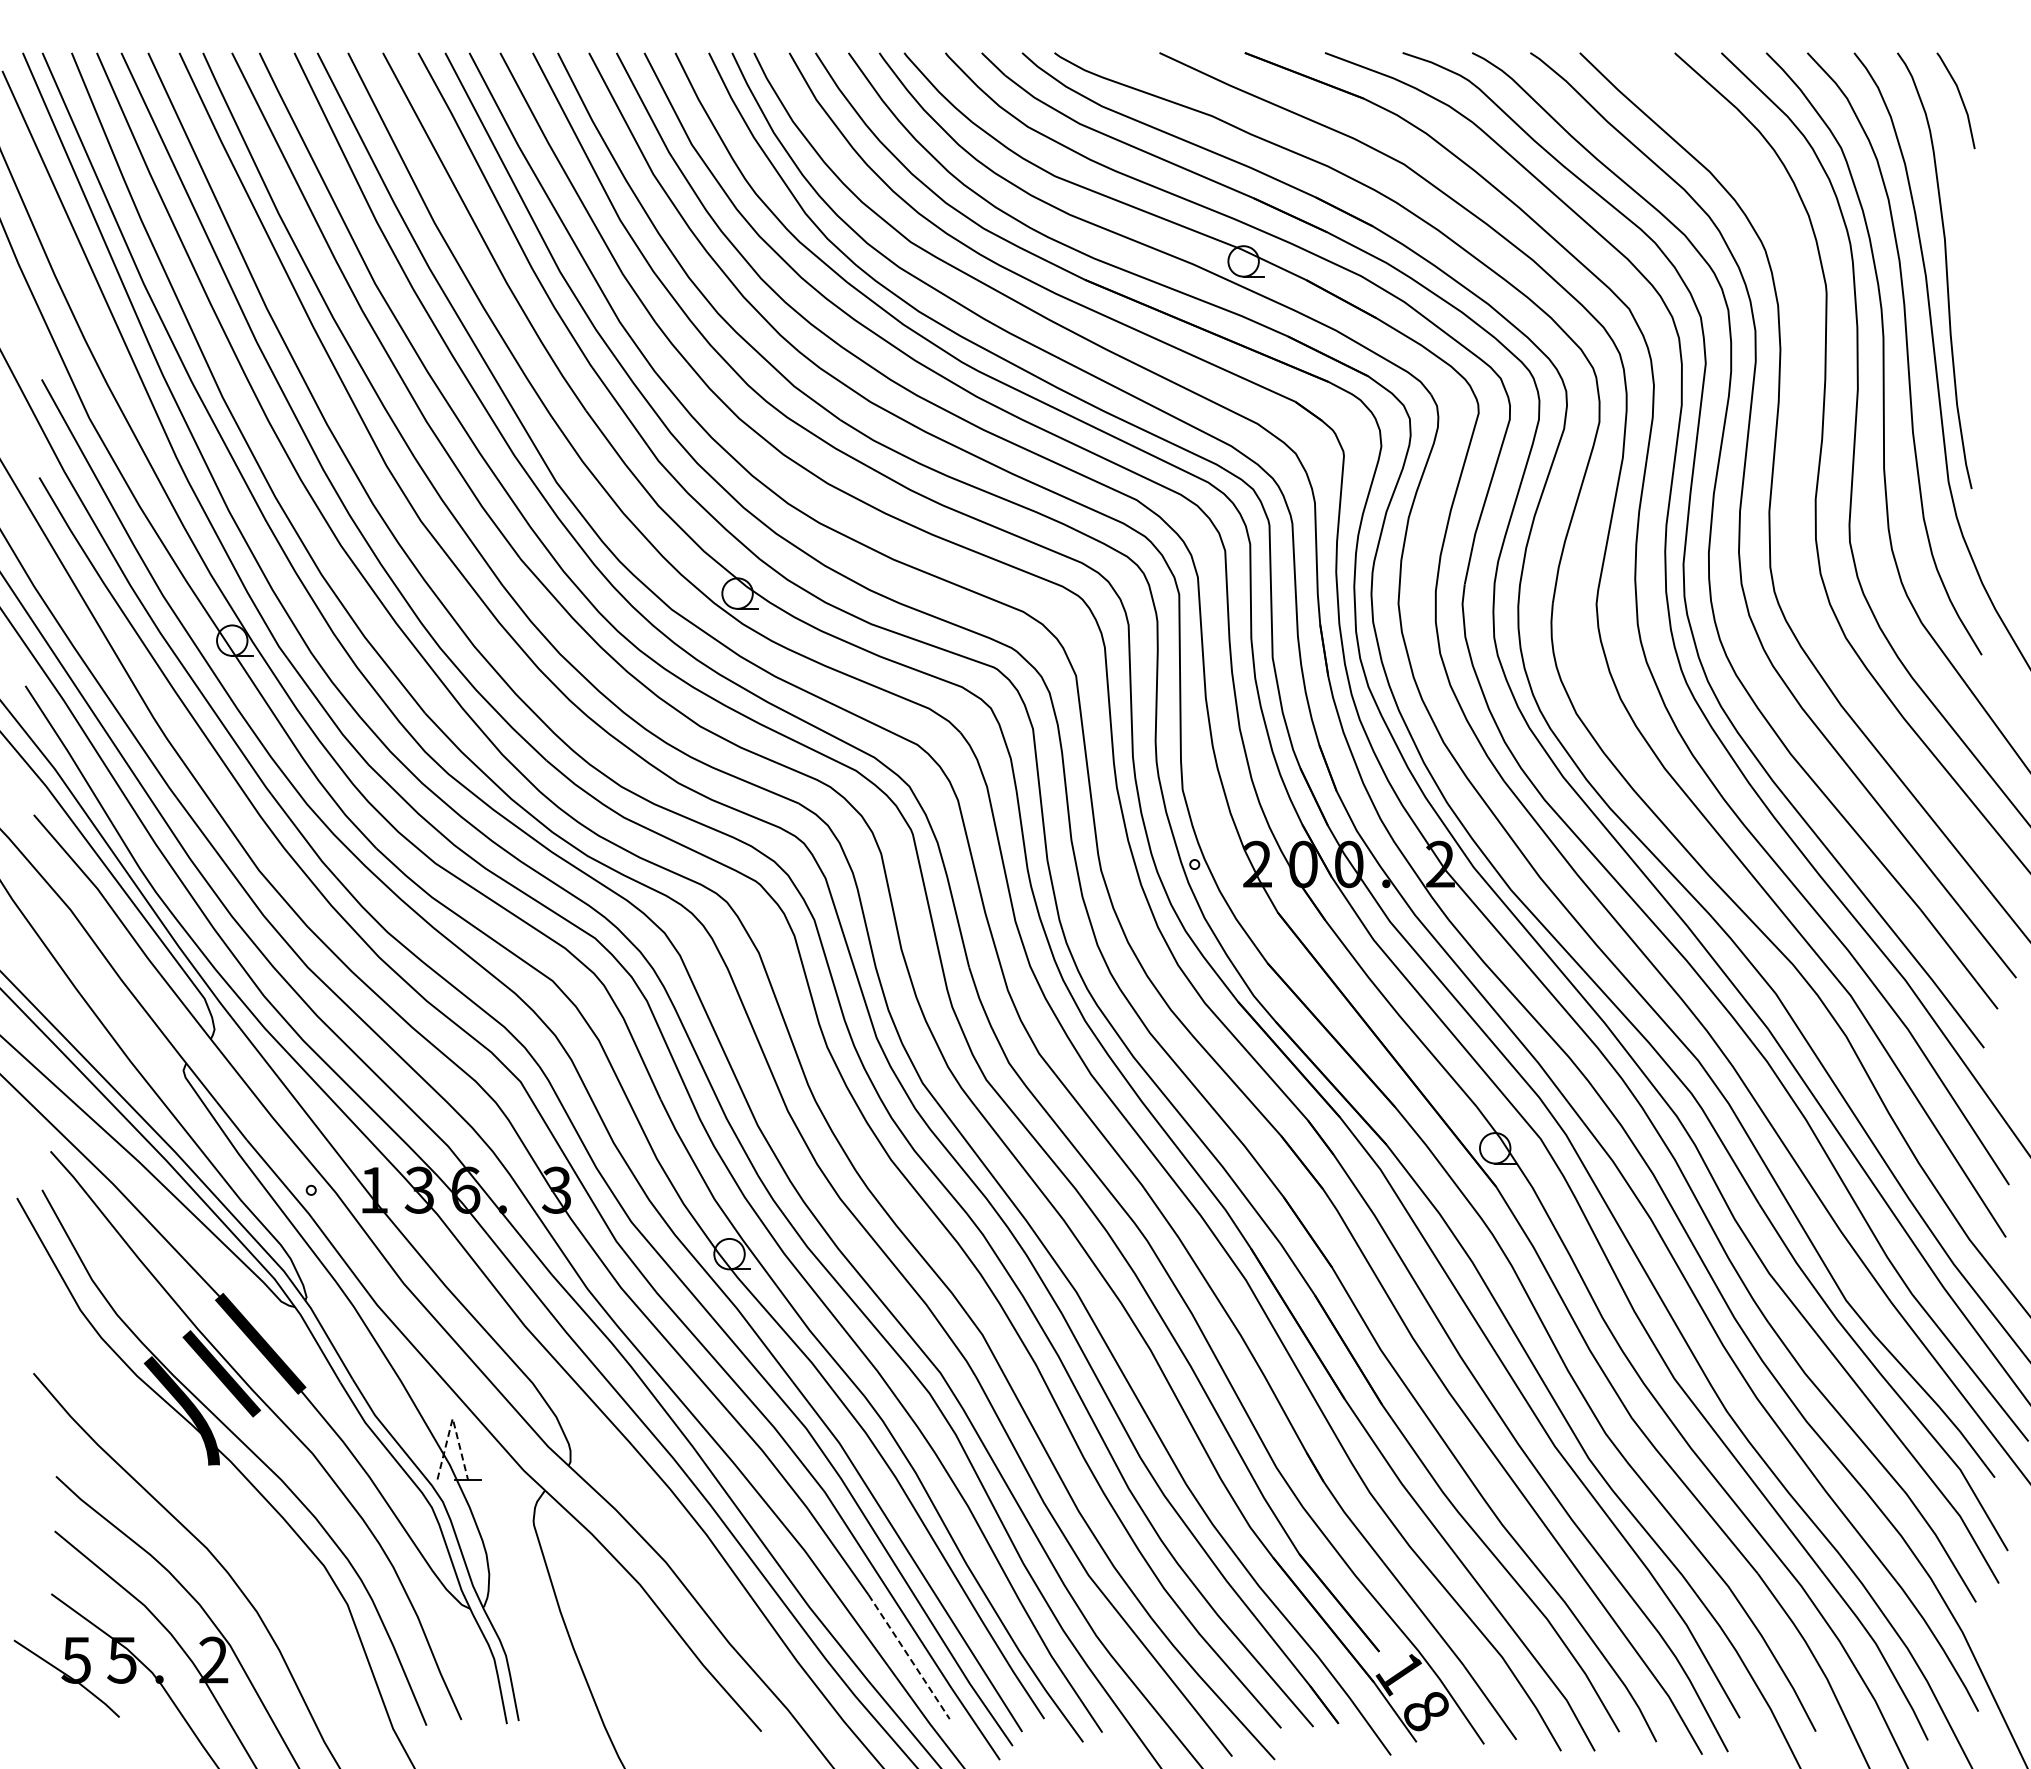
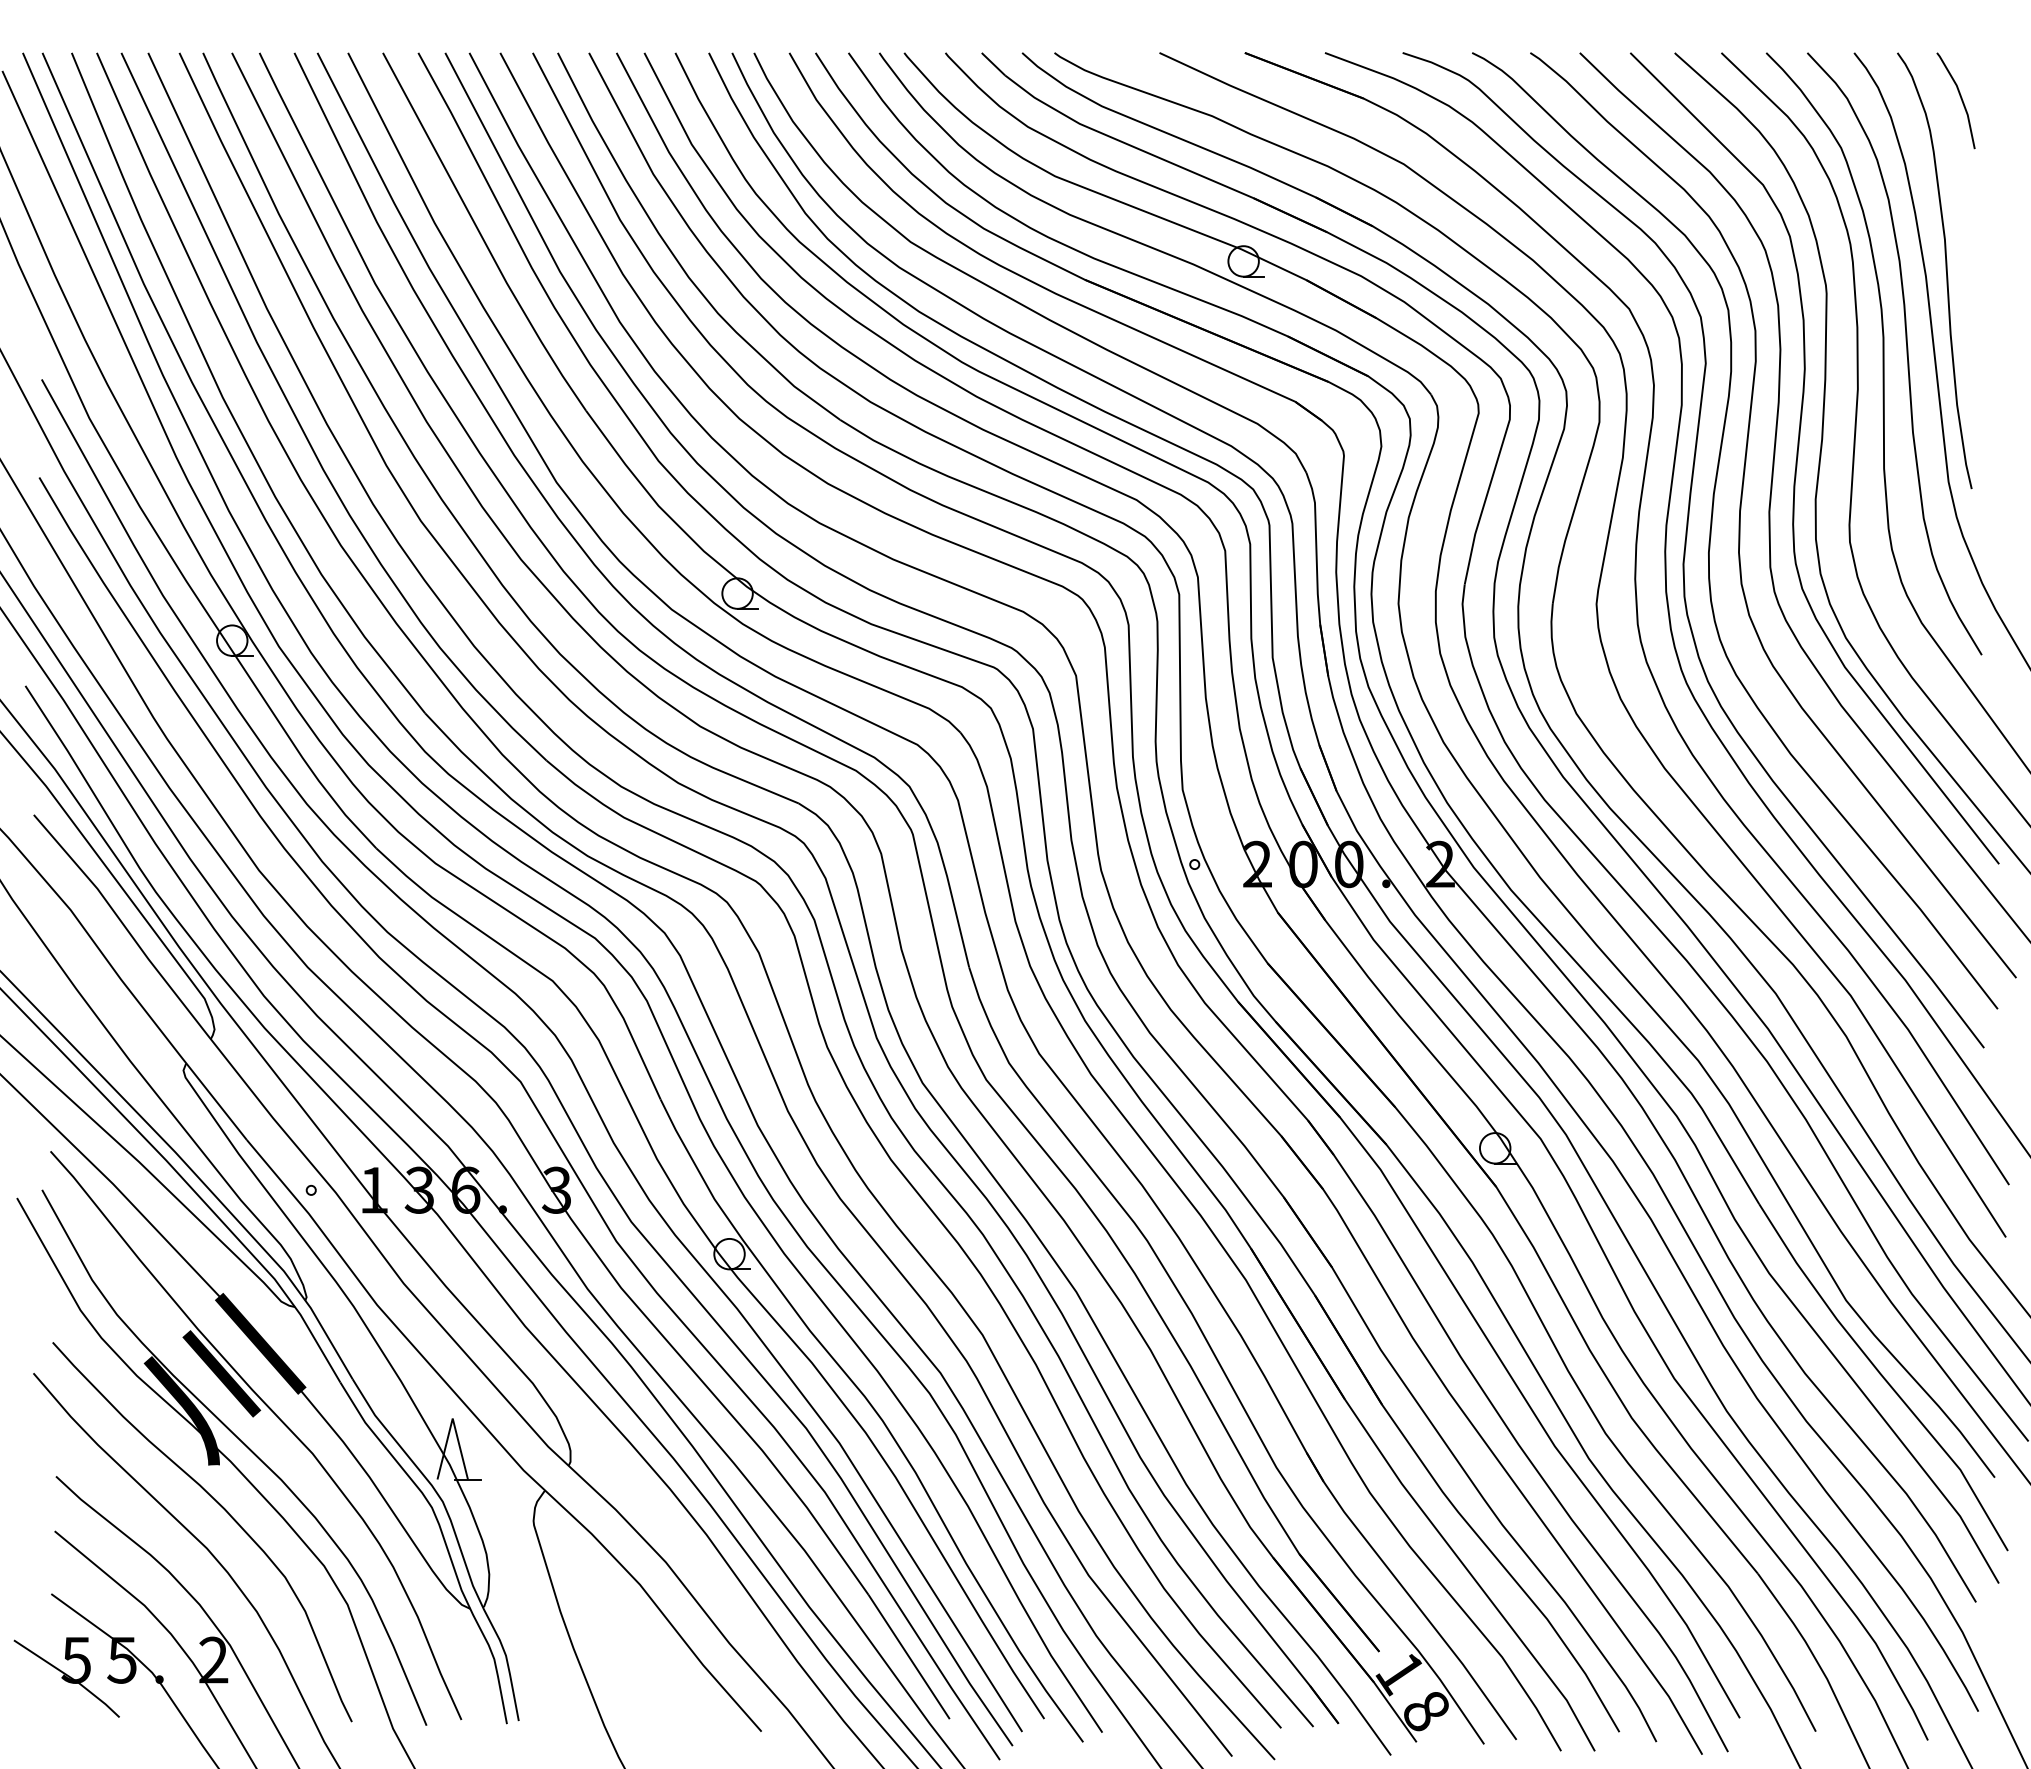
curve at (1798, 457): none -> present
line at (452, 1418): dashed -> solid
curve at (224, 1510): none -> present
line at (909, 1657): dashed -> solid
